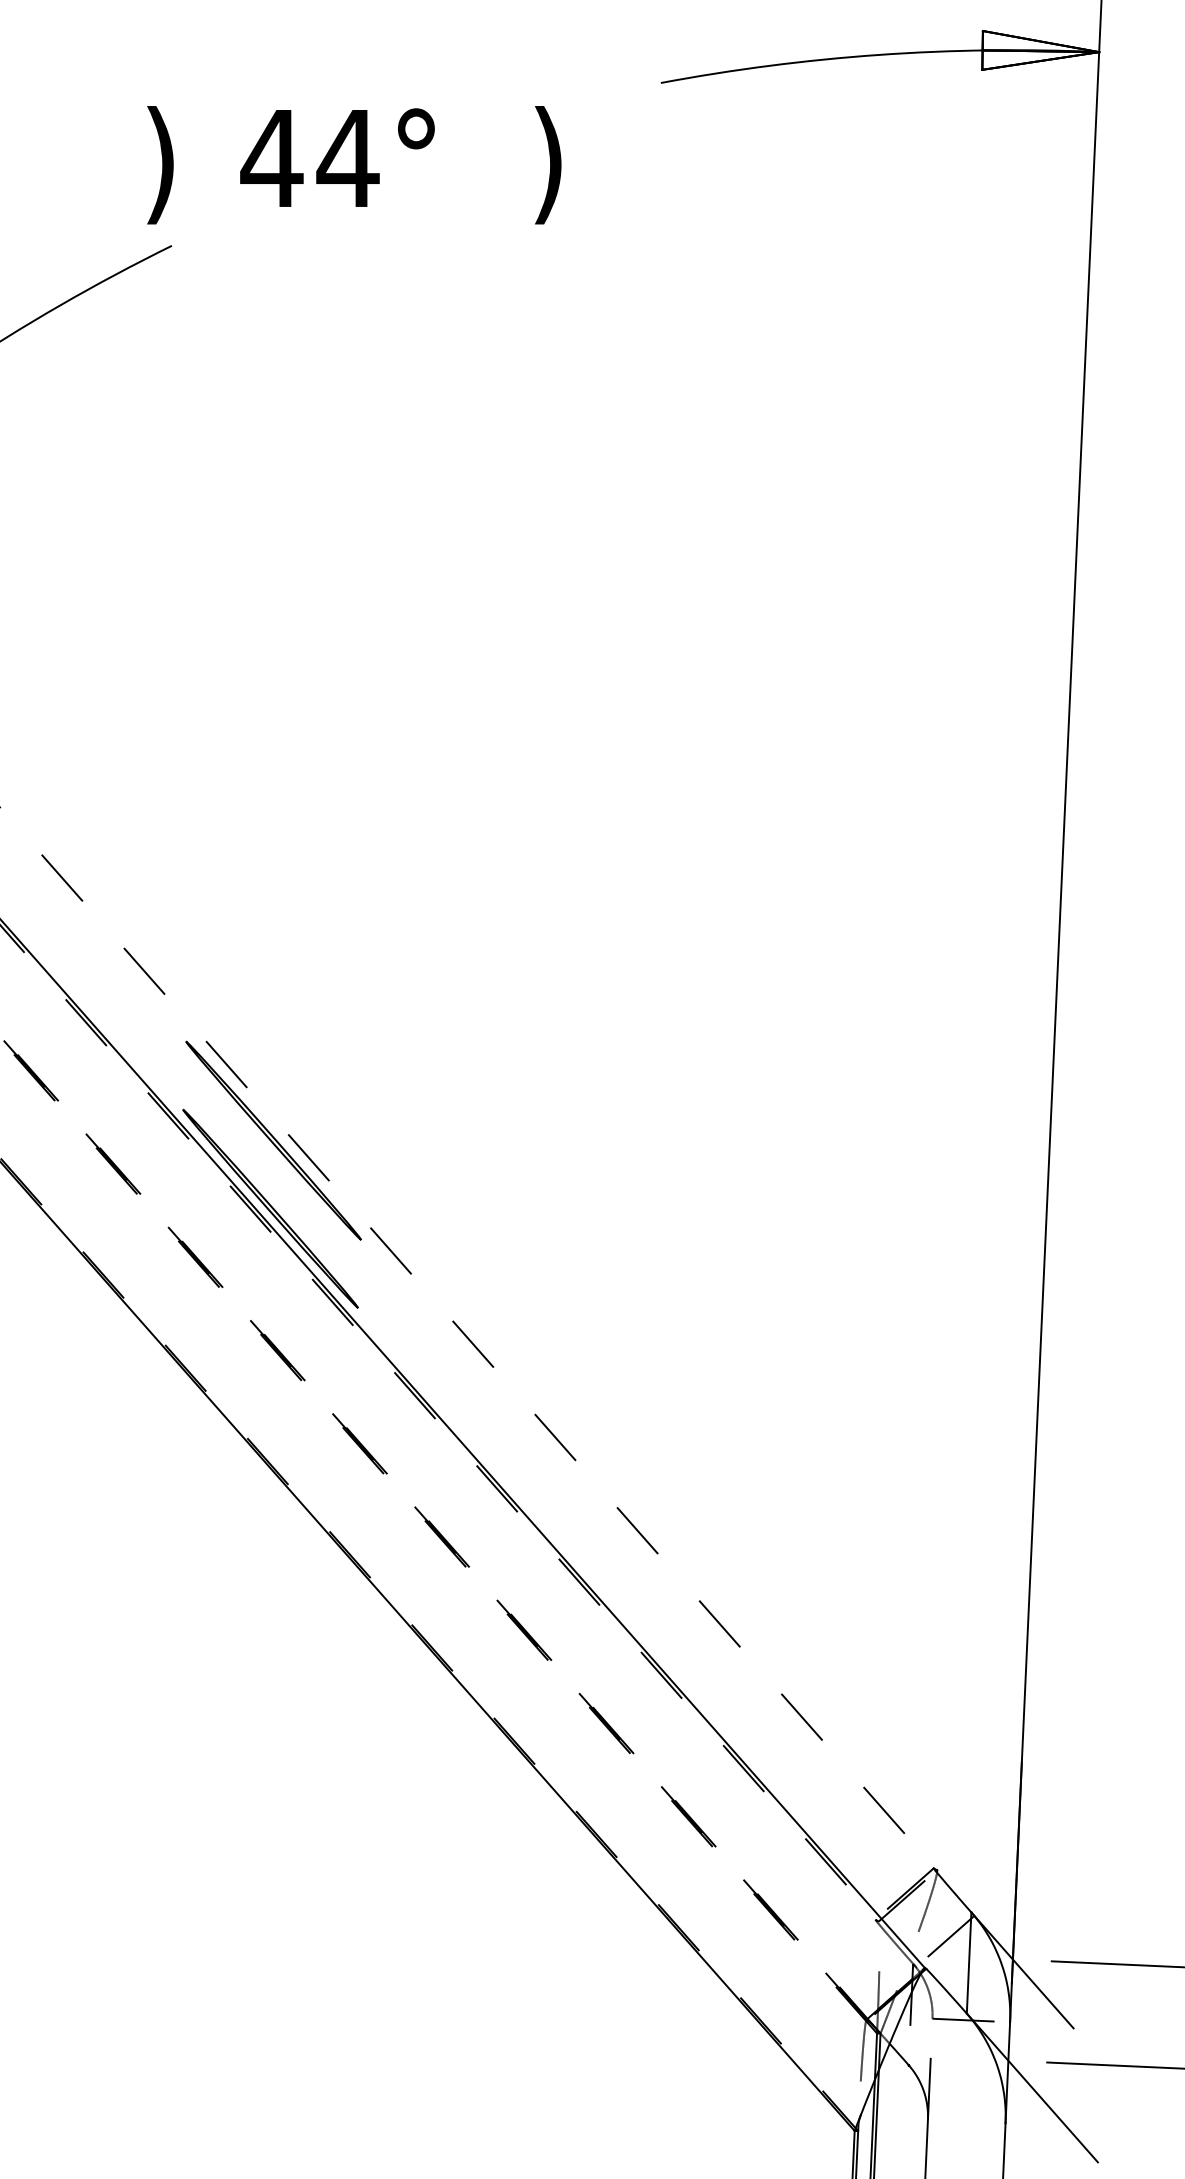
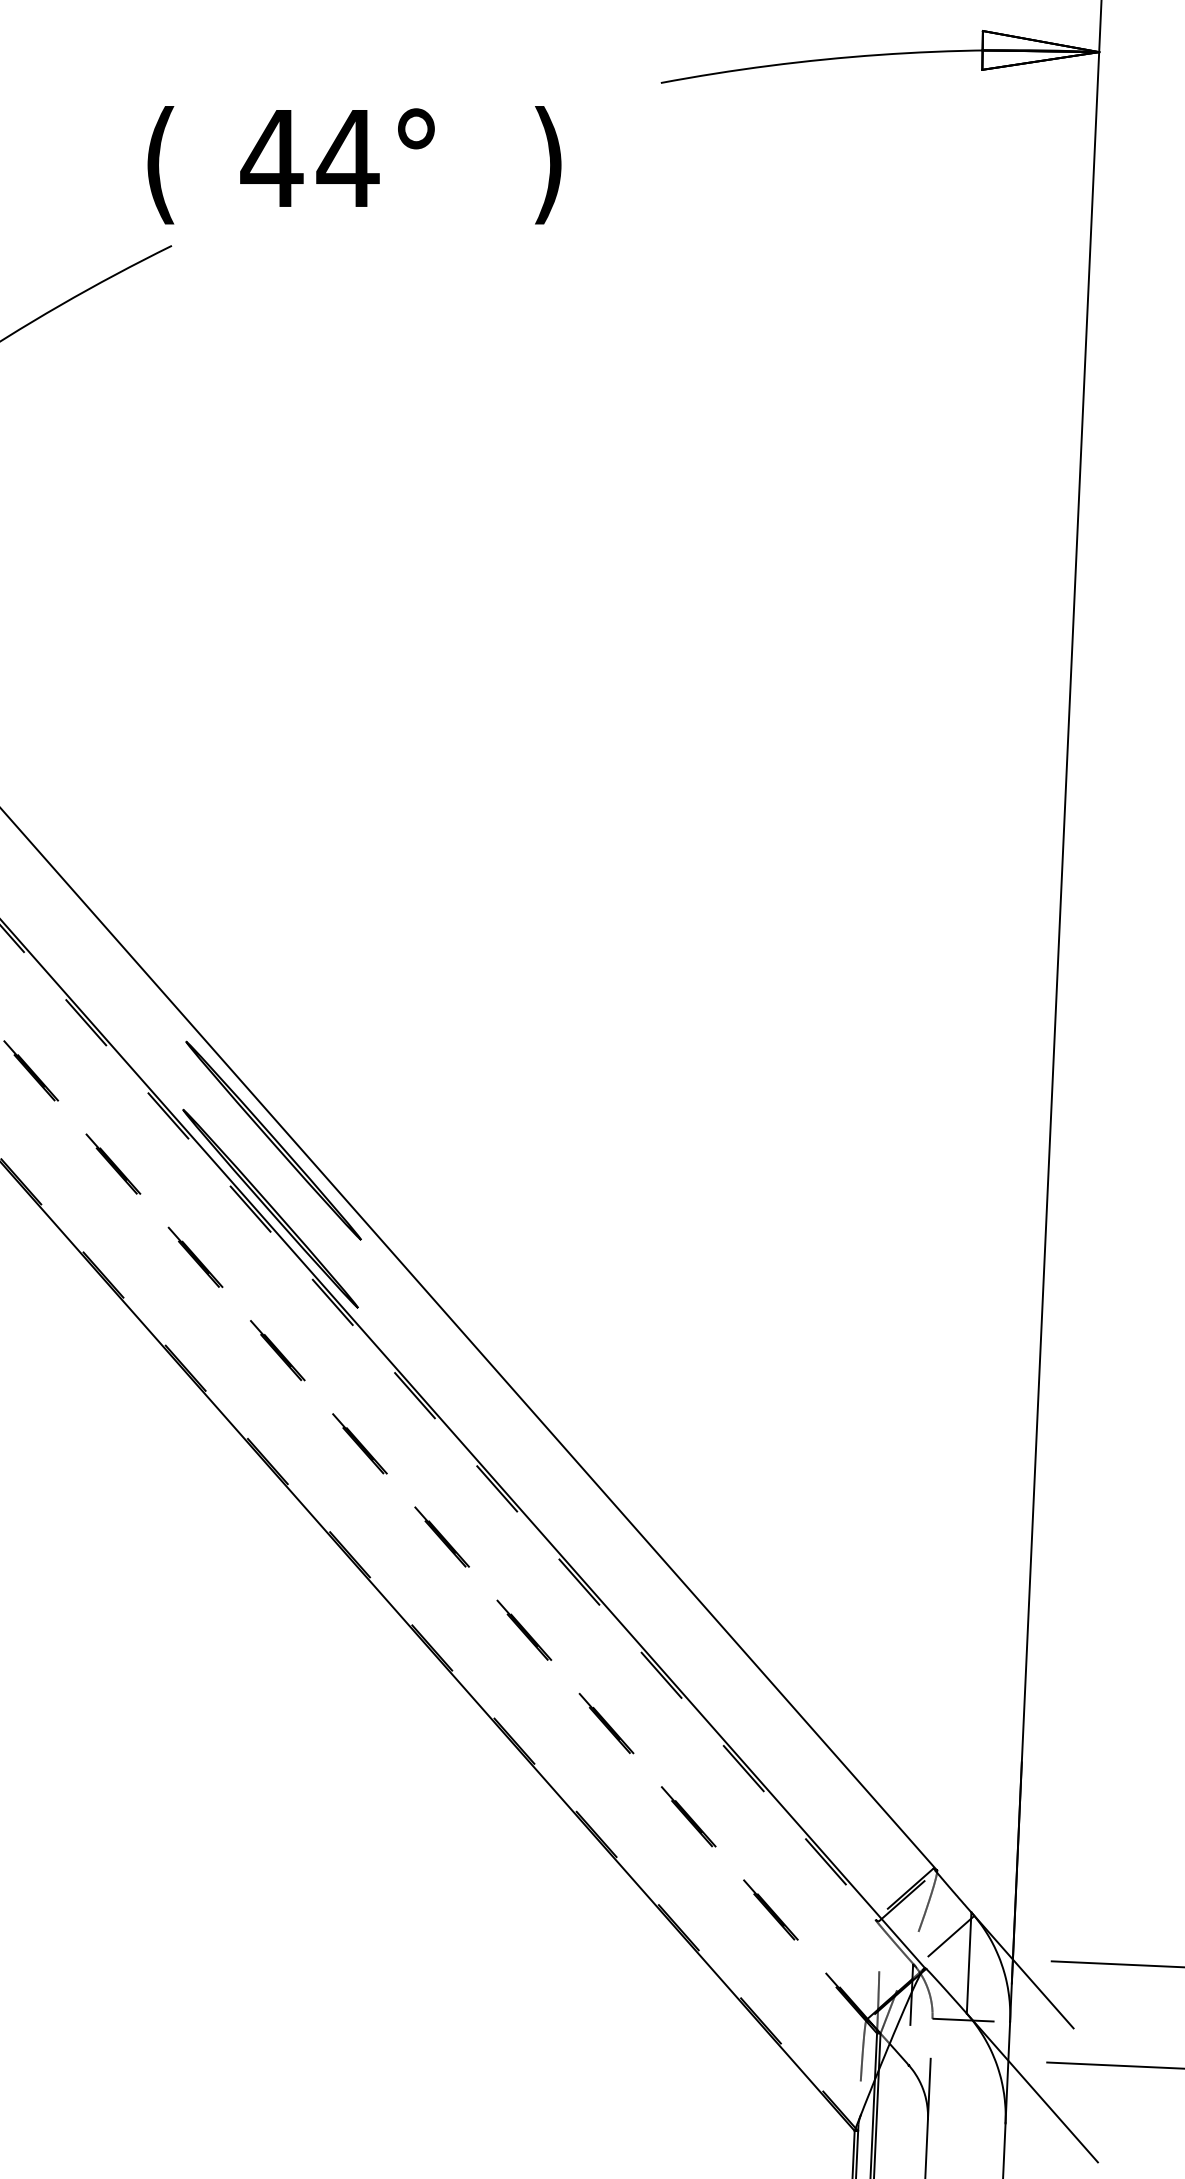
text at (160, 165): ) -> (
line at (468, 1339): dashed -> solid
